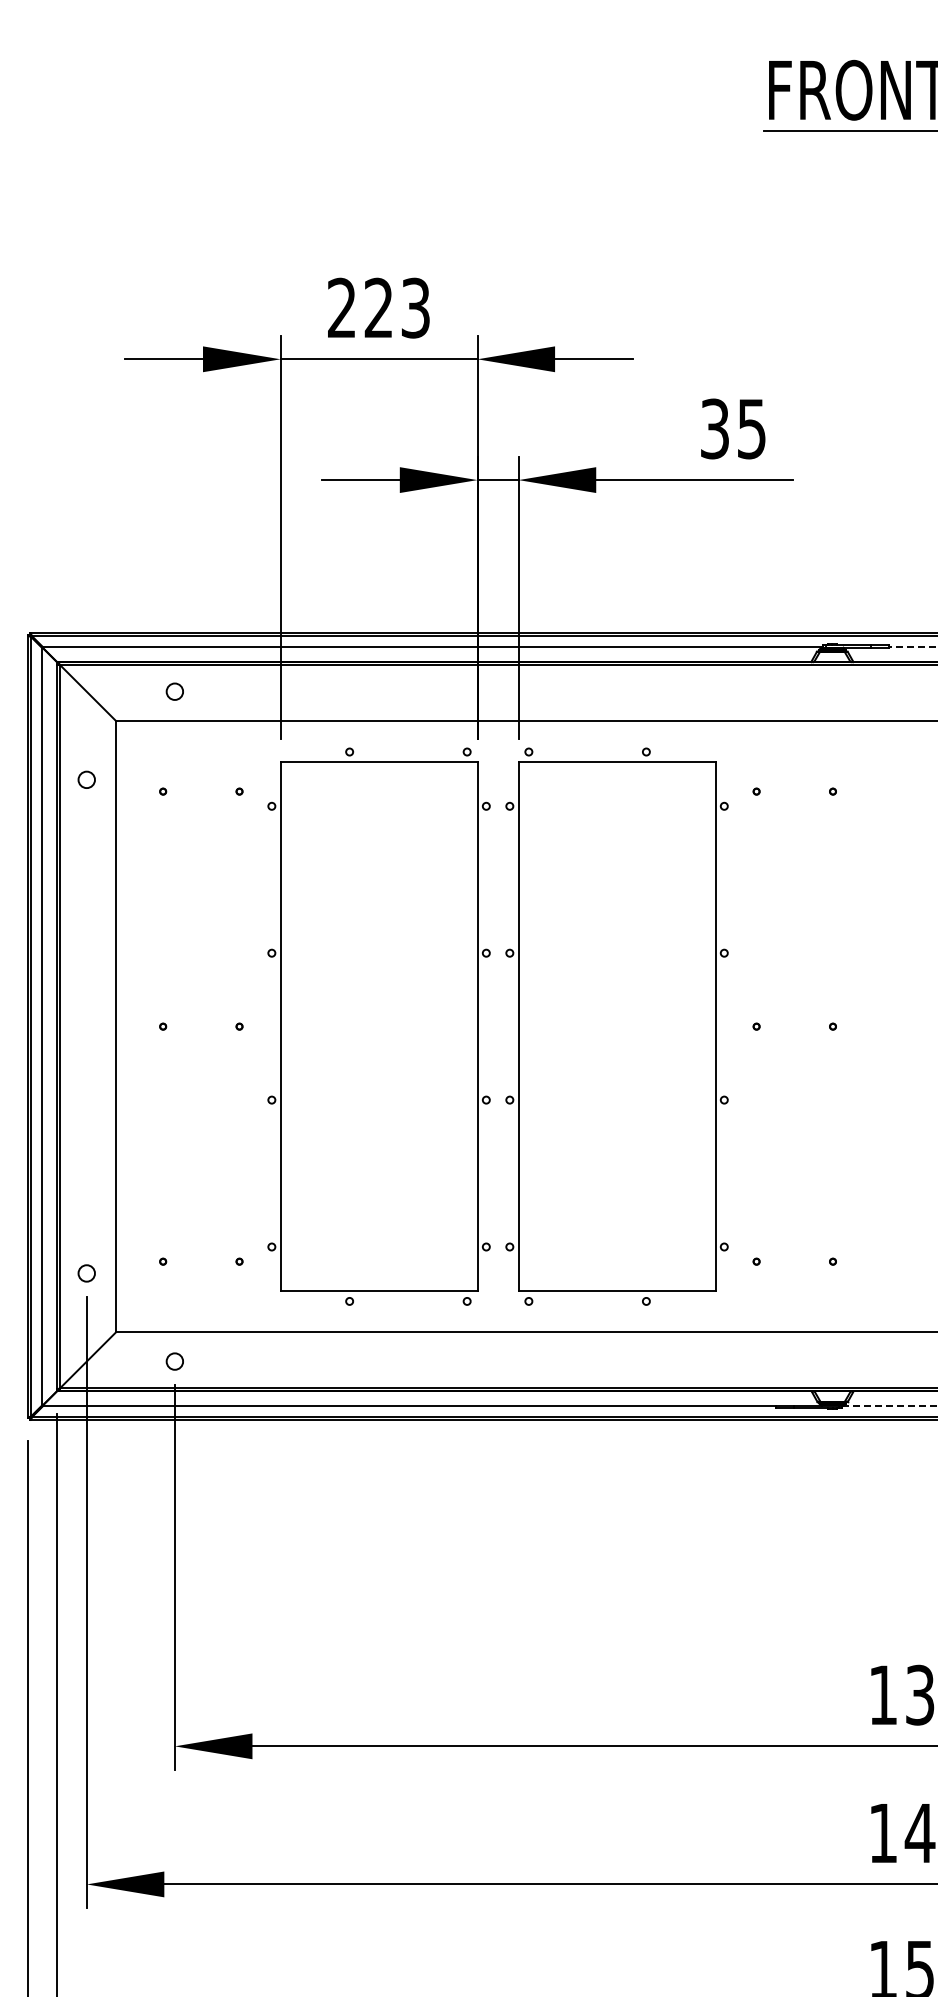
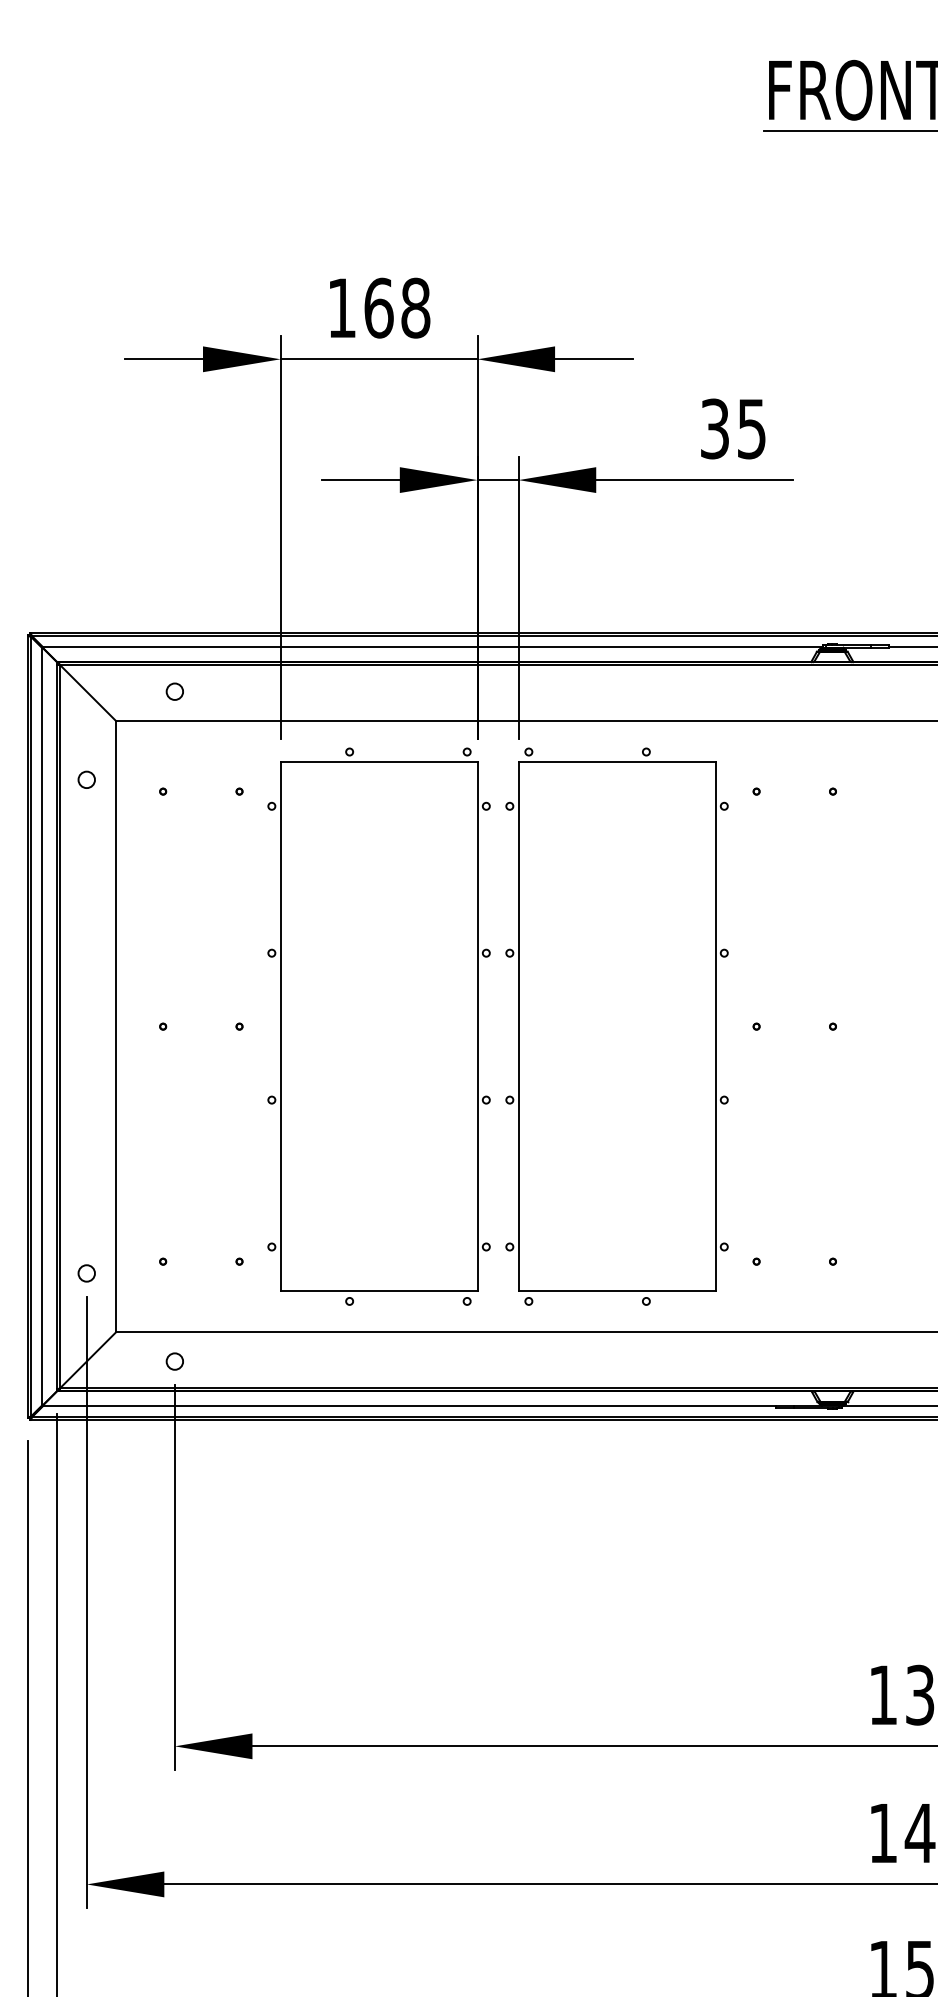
text at (379, 307): 223 -> 168
line at (913, 647): dashed -> solid
line at (890, 1406): dashed -> solid
